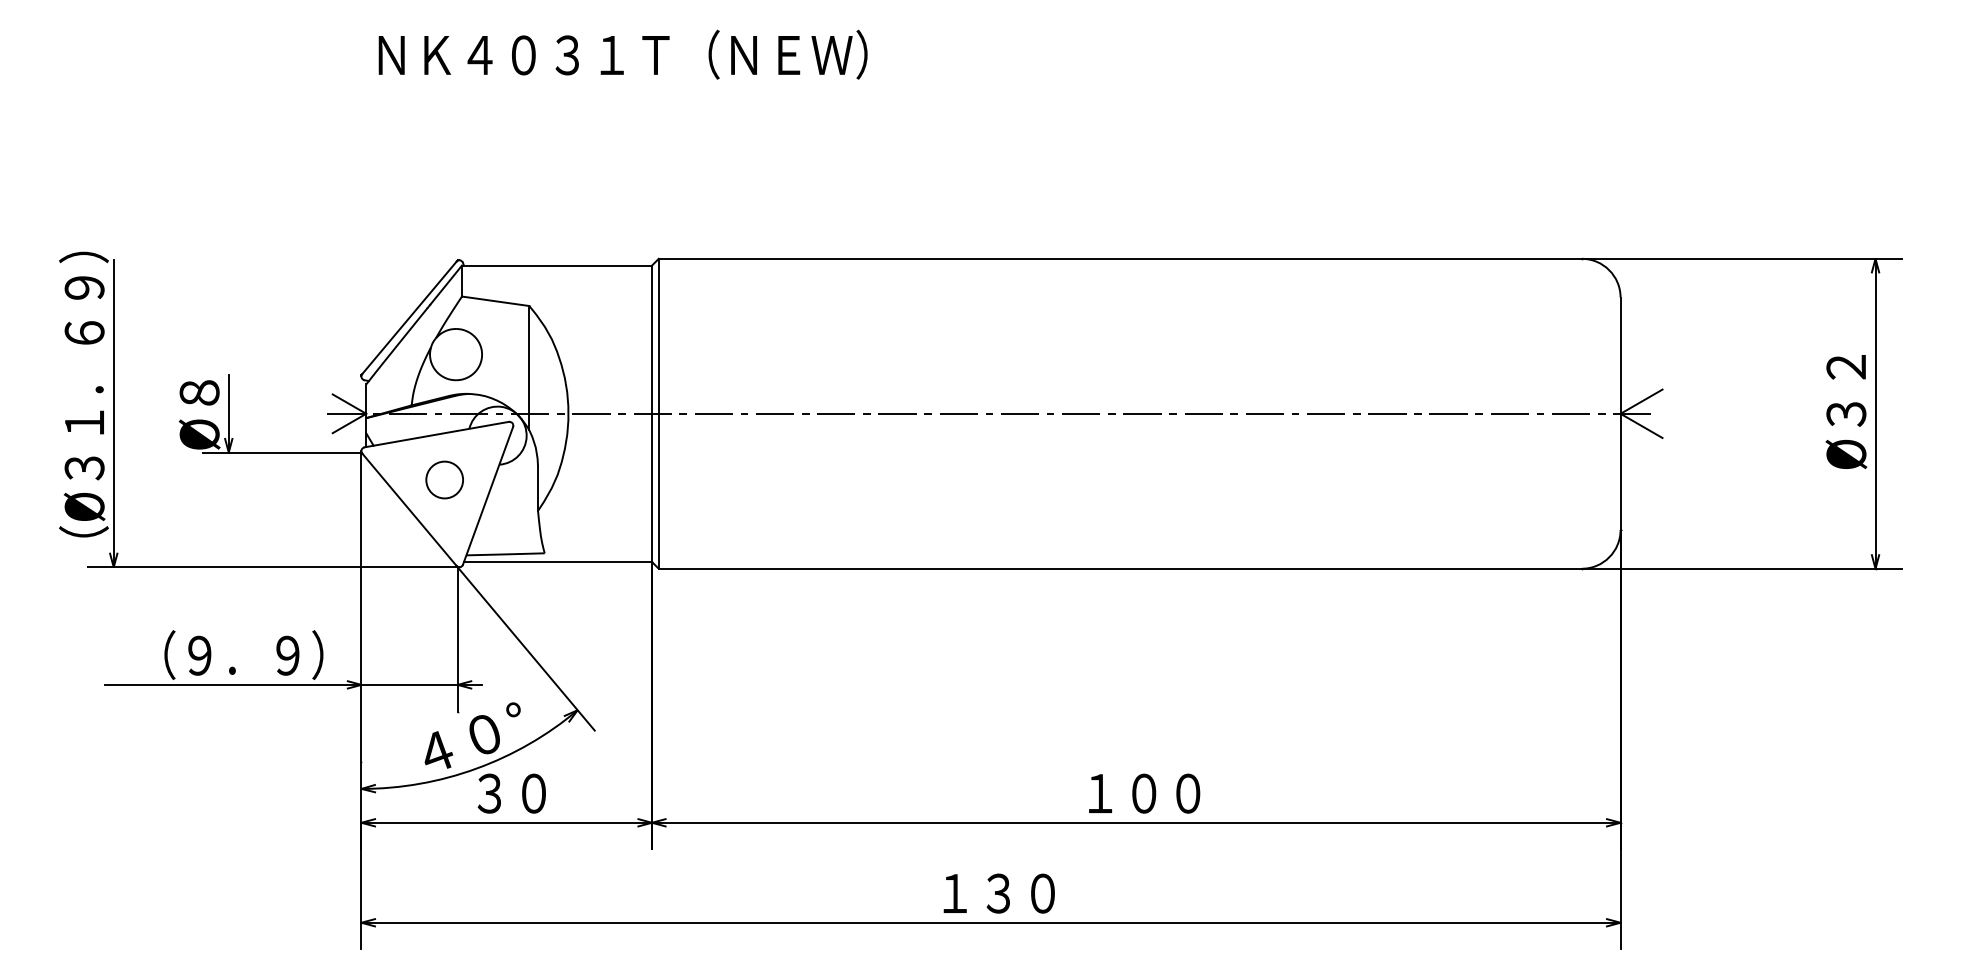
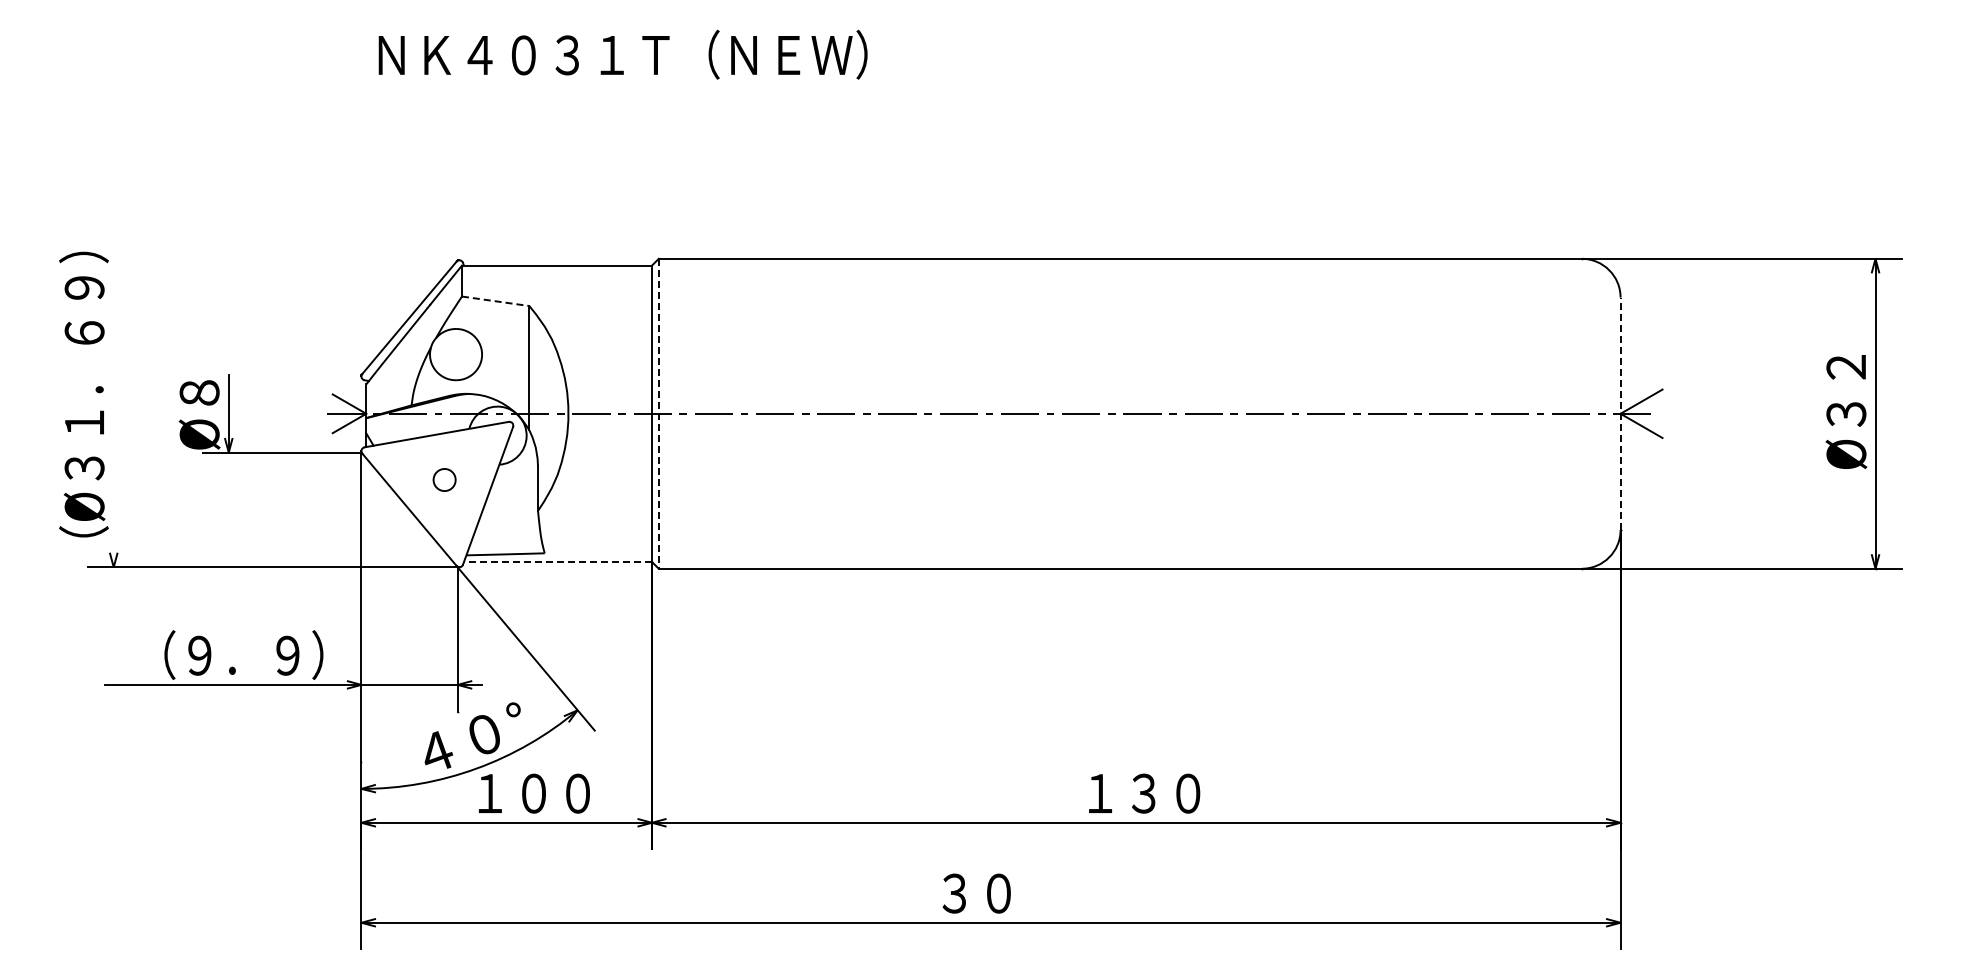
line at (496, 301): solid -> dashed
line at (113, 413): present -> none
line at (658, 413): solid -> dashed
line at (1620, 413): solid -> dashed
circle at (444, 479) size: 39x40 px -> 25x24 px
line at (557, 561): solid -> dashed
text at (533, 793): ３０ -> １００
text at (1144, 793): １００ -> １３０
text at (998, 893): １３０ -> ３０
